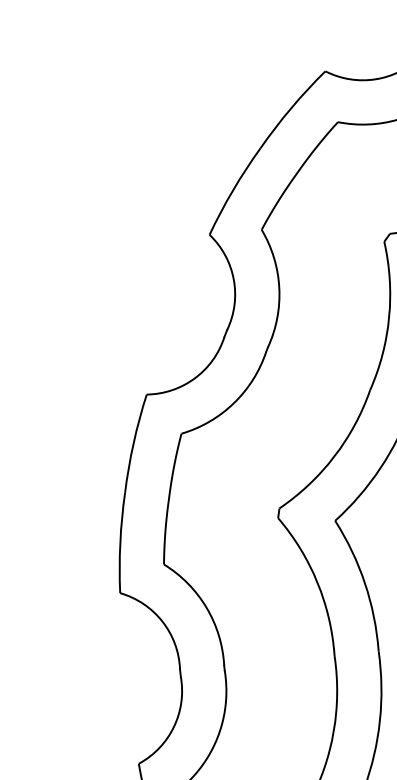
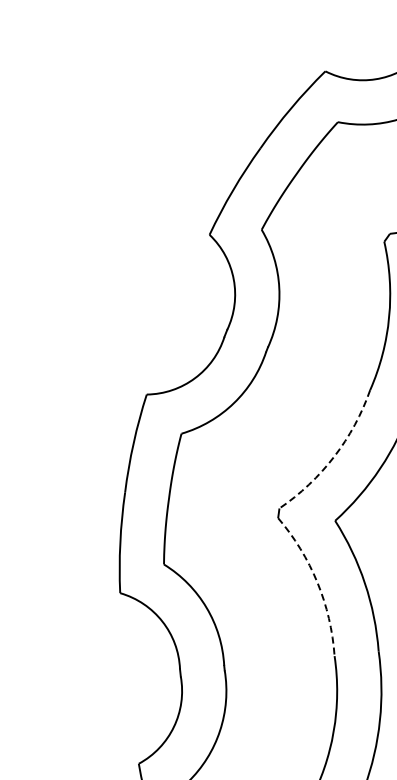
arc at (334, 456): solid -> dashed
arc at (317, 582): solid -> dashed
